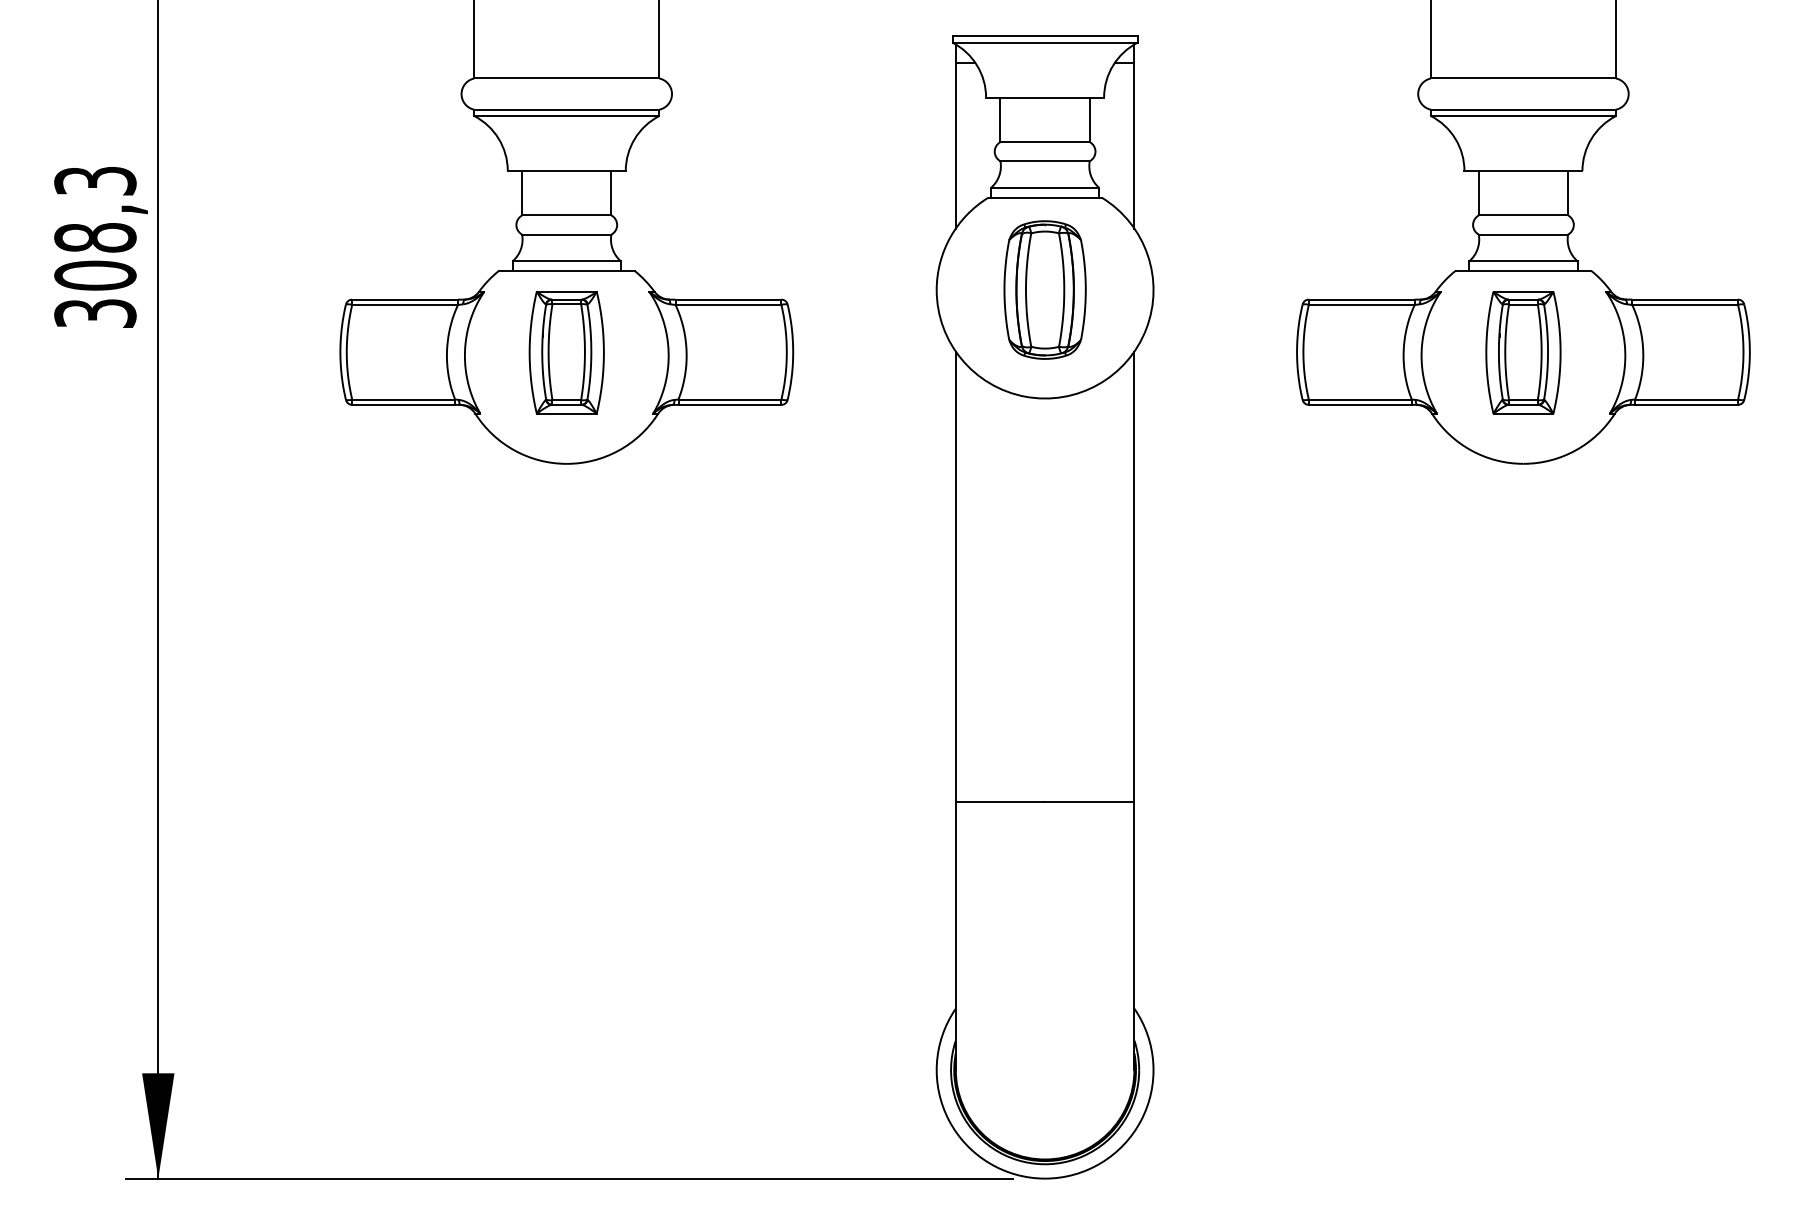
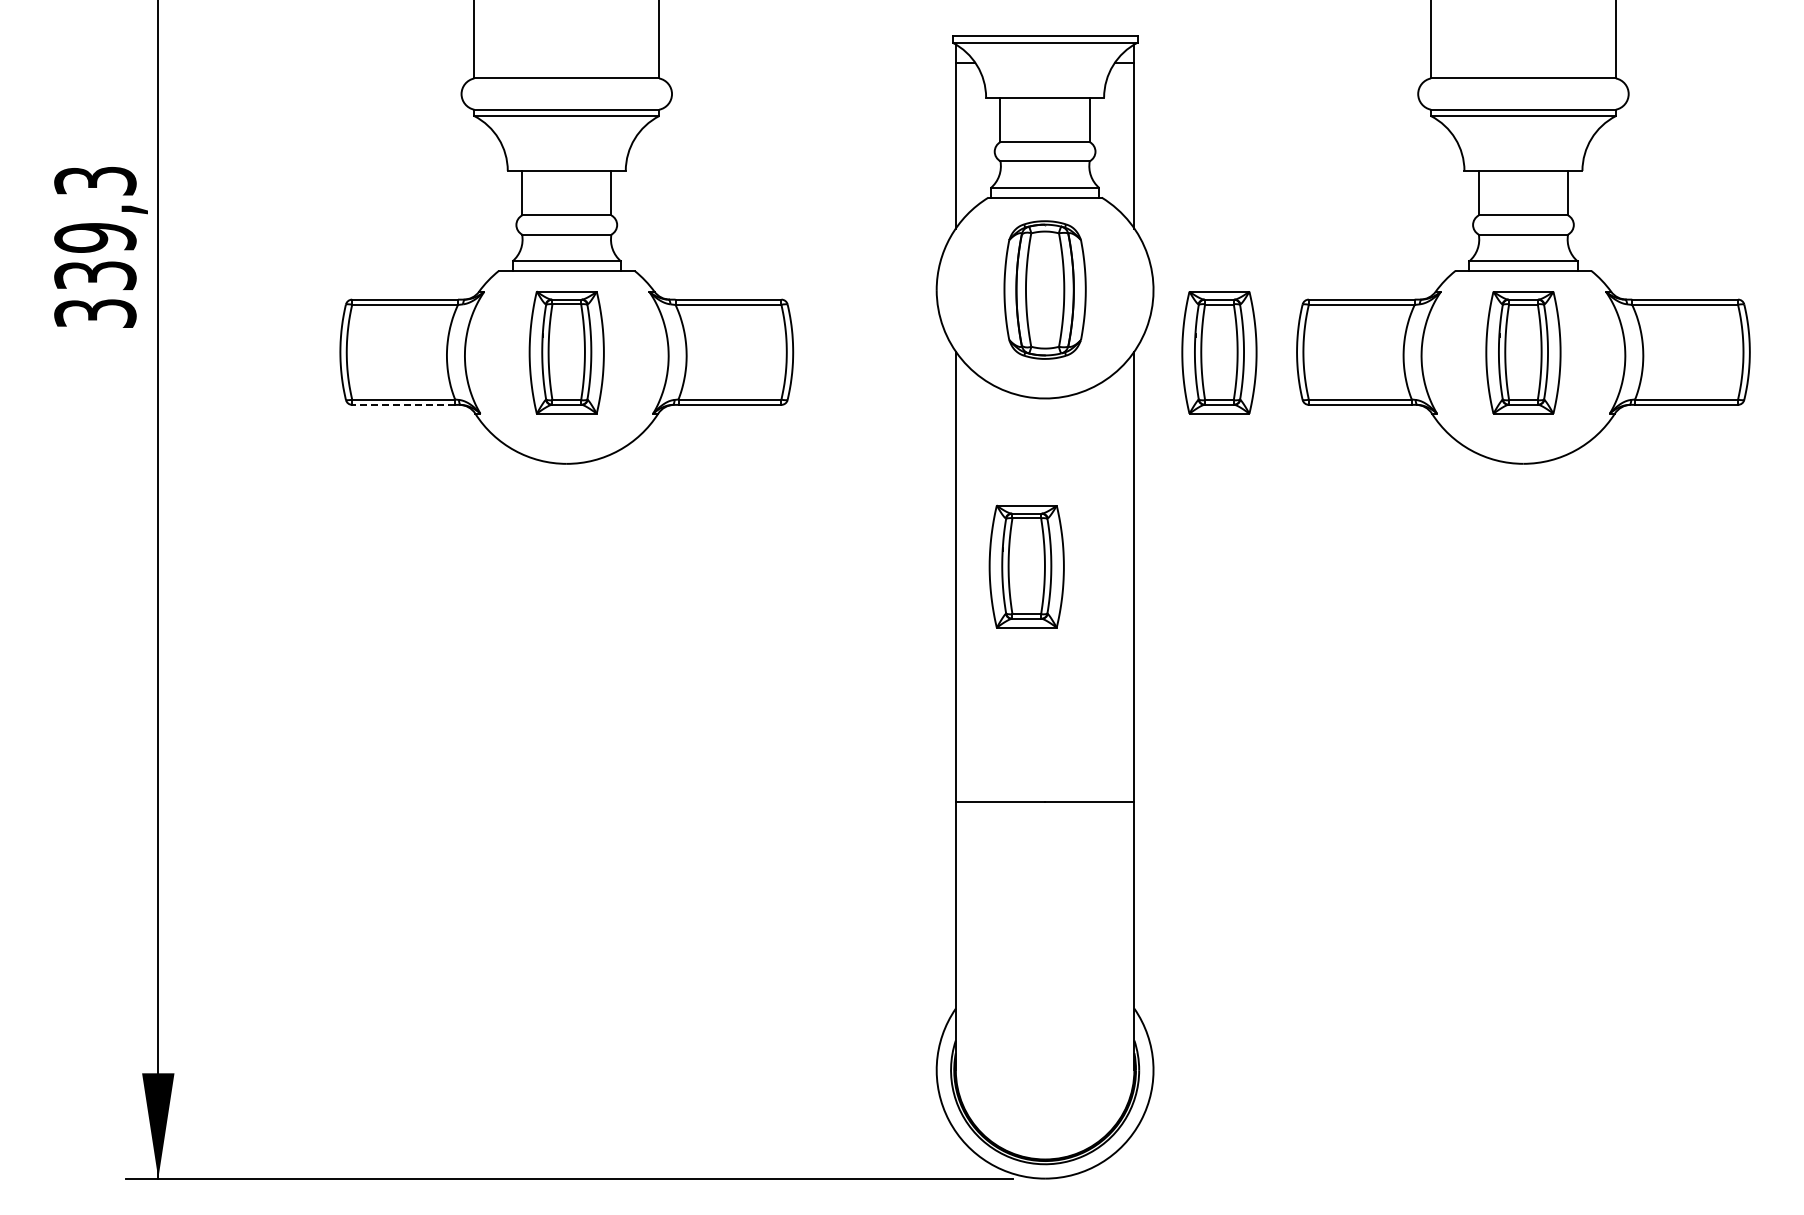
text at (95, 256): 308,3 -> 339,3
part at (1219, 352): none -> present
line at (403, 404): solid -> dashed
part at (1026, 566): none -> present
